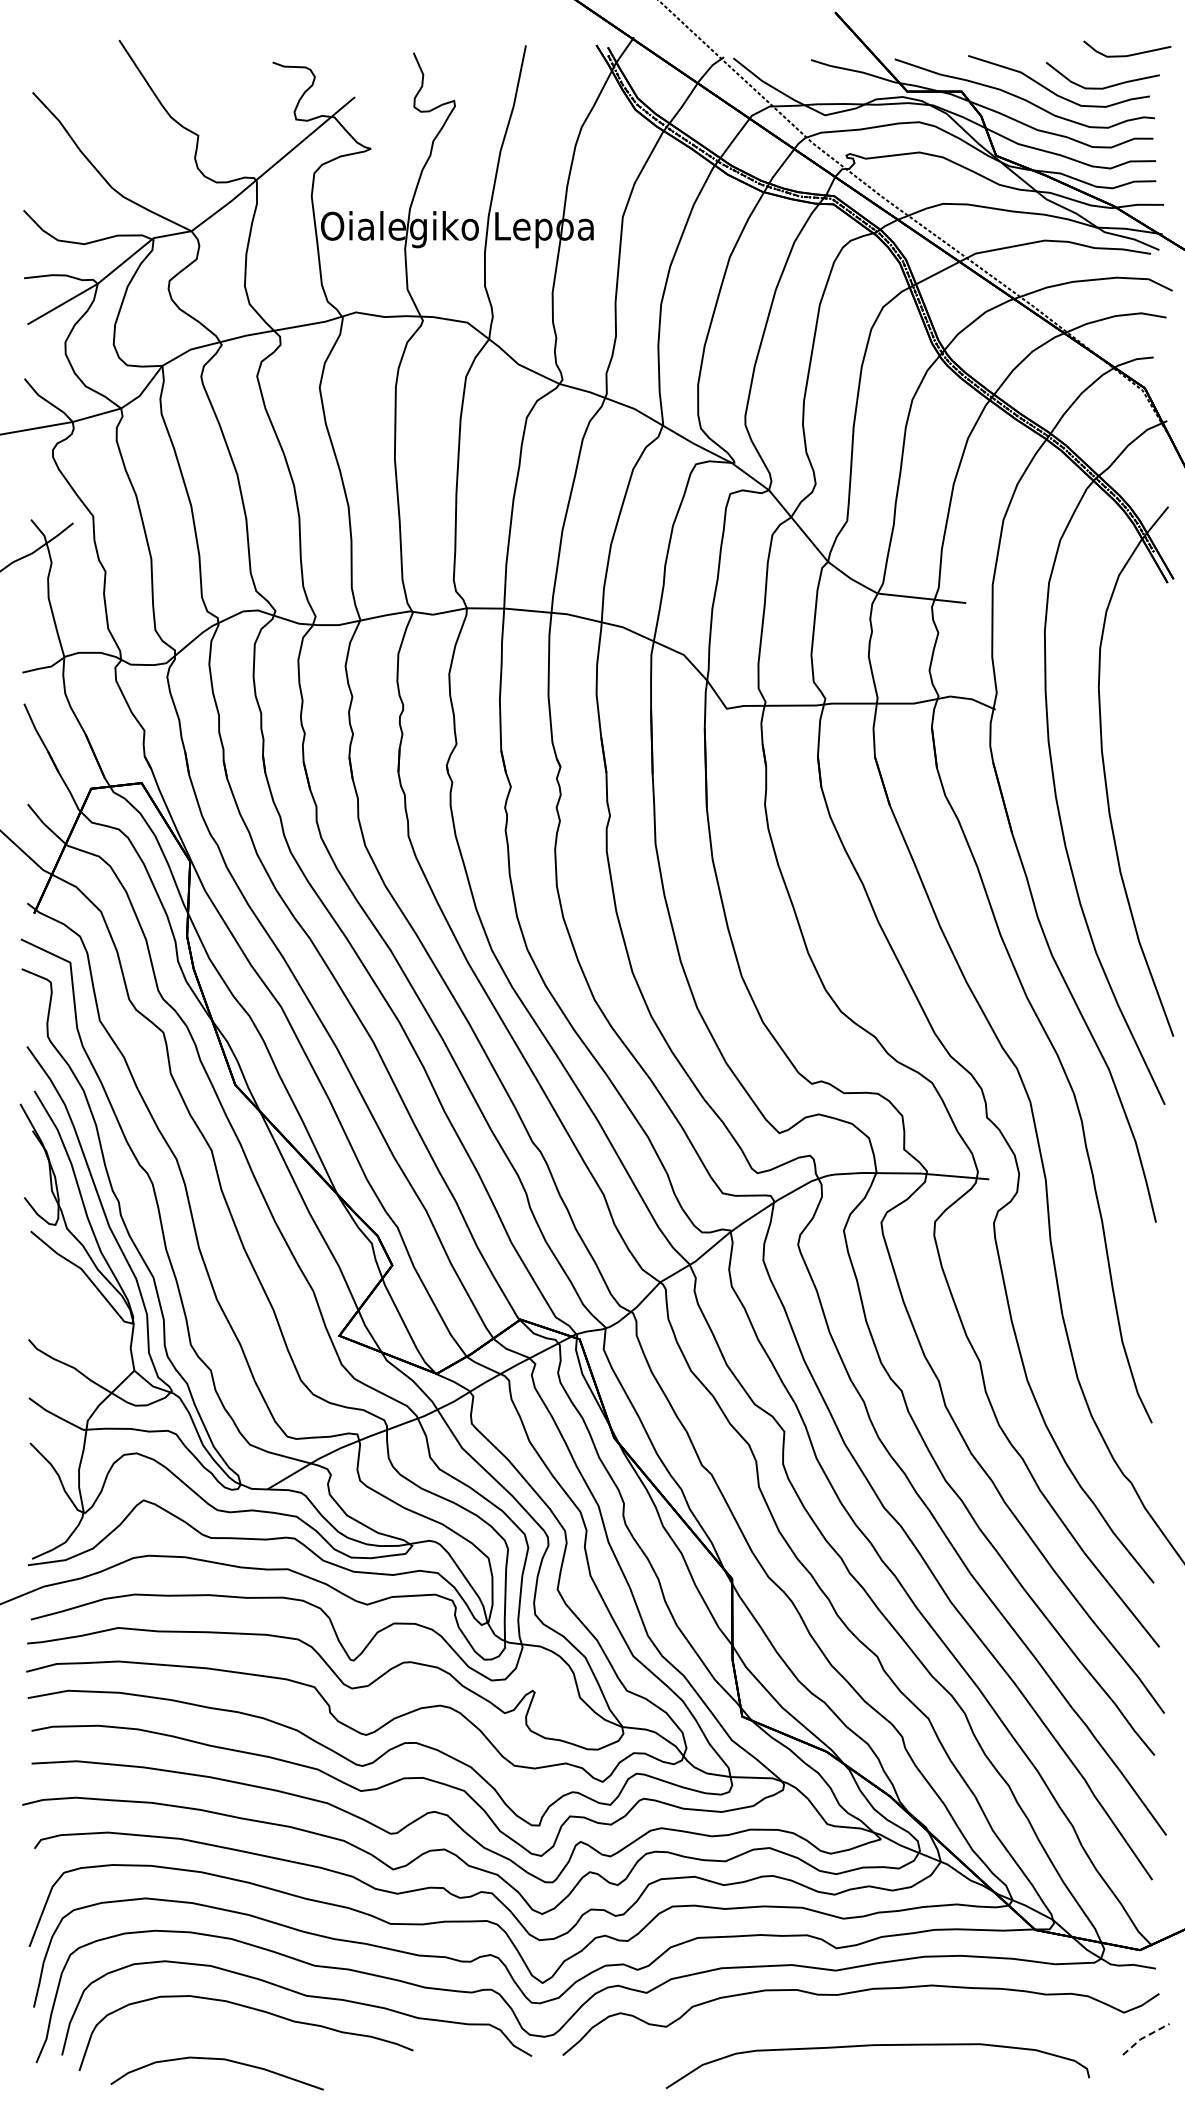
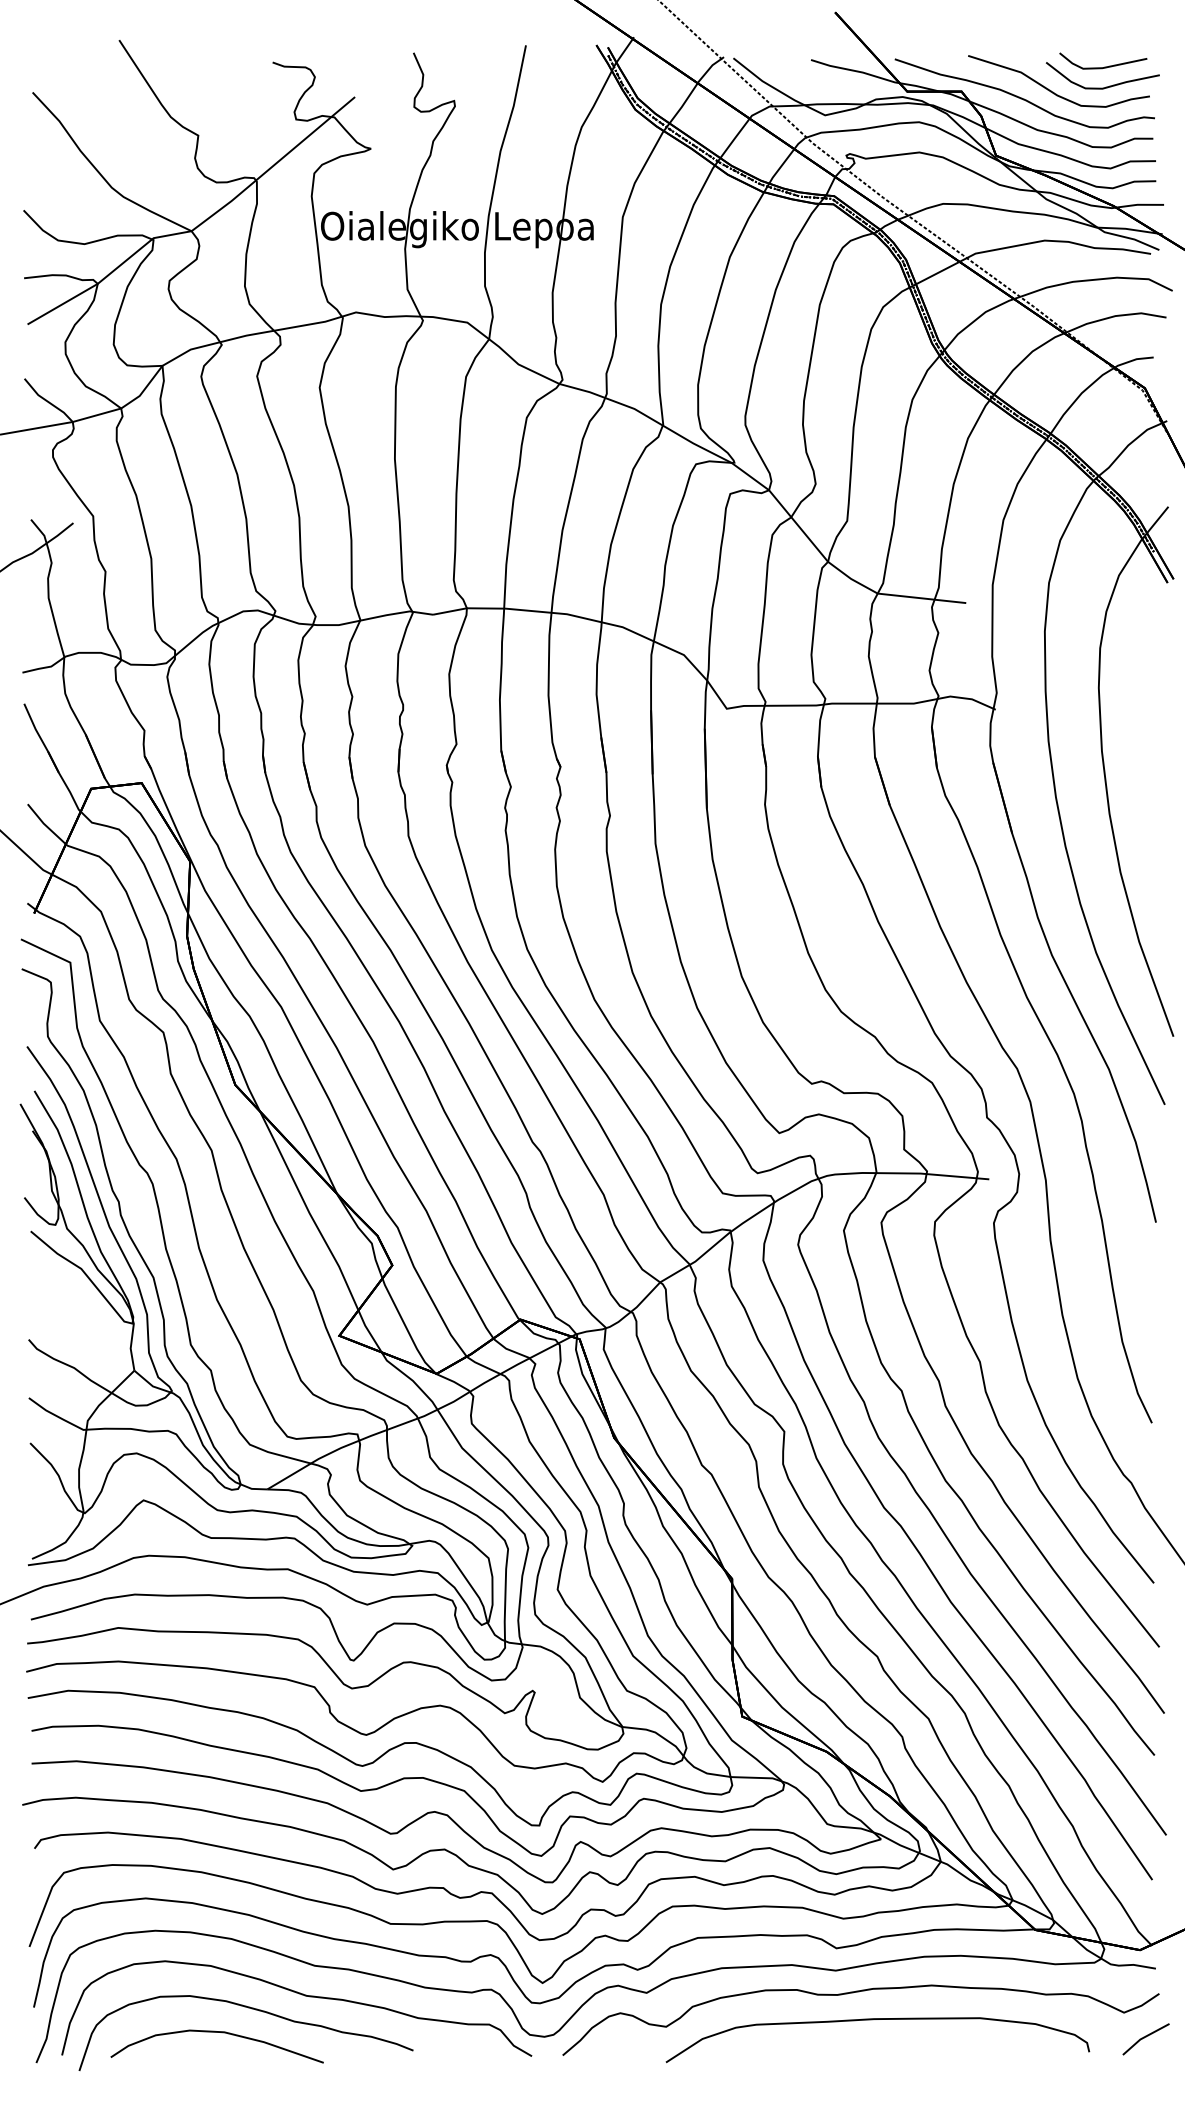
line at (1128, 54) position: (1128, 54) -> (1104, 66)
line at (1144, 2037): dashed -> solid
curve at (873, 2046) position: (873, 2046) -> (873, 2020)
curve at (216, 2059) position: (216, 2059) -> (216, 2032)
